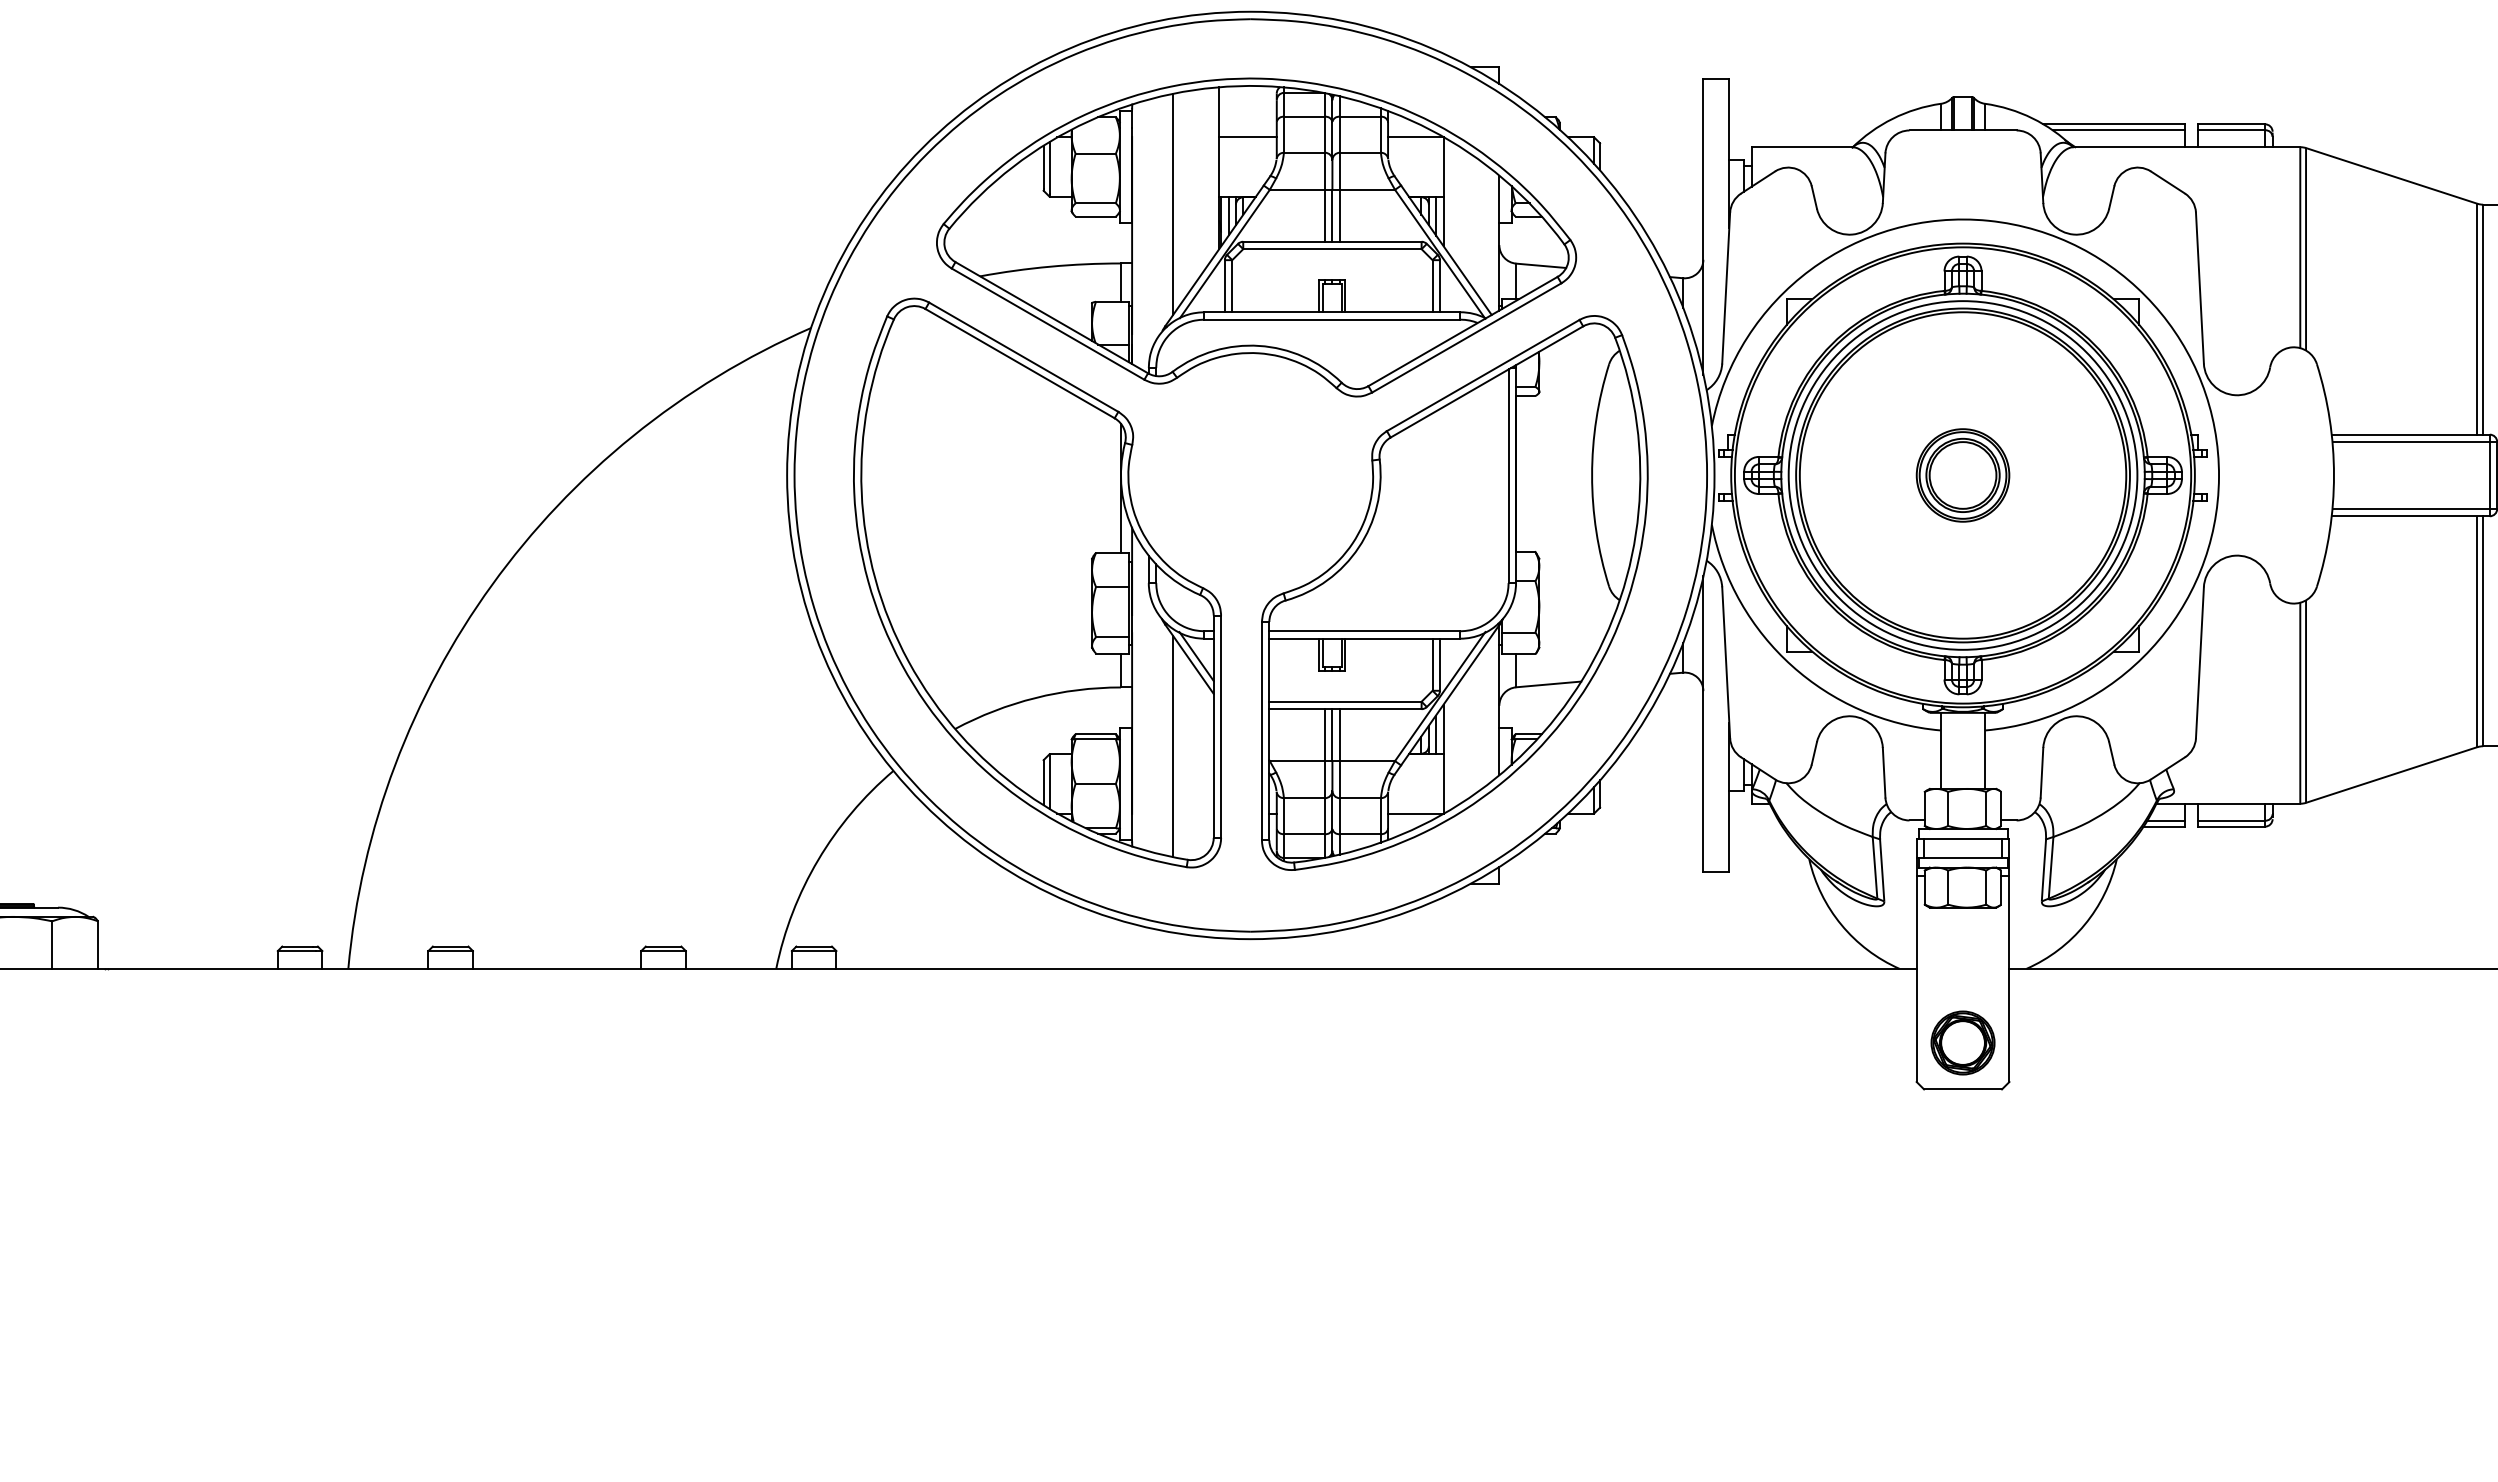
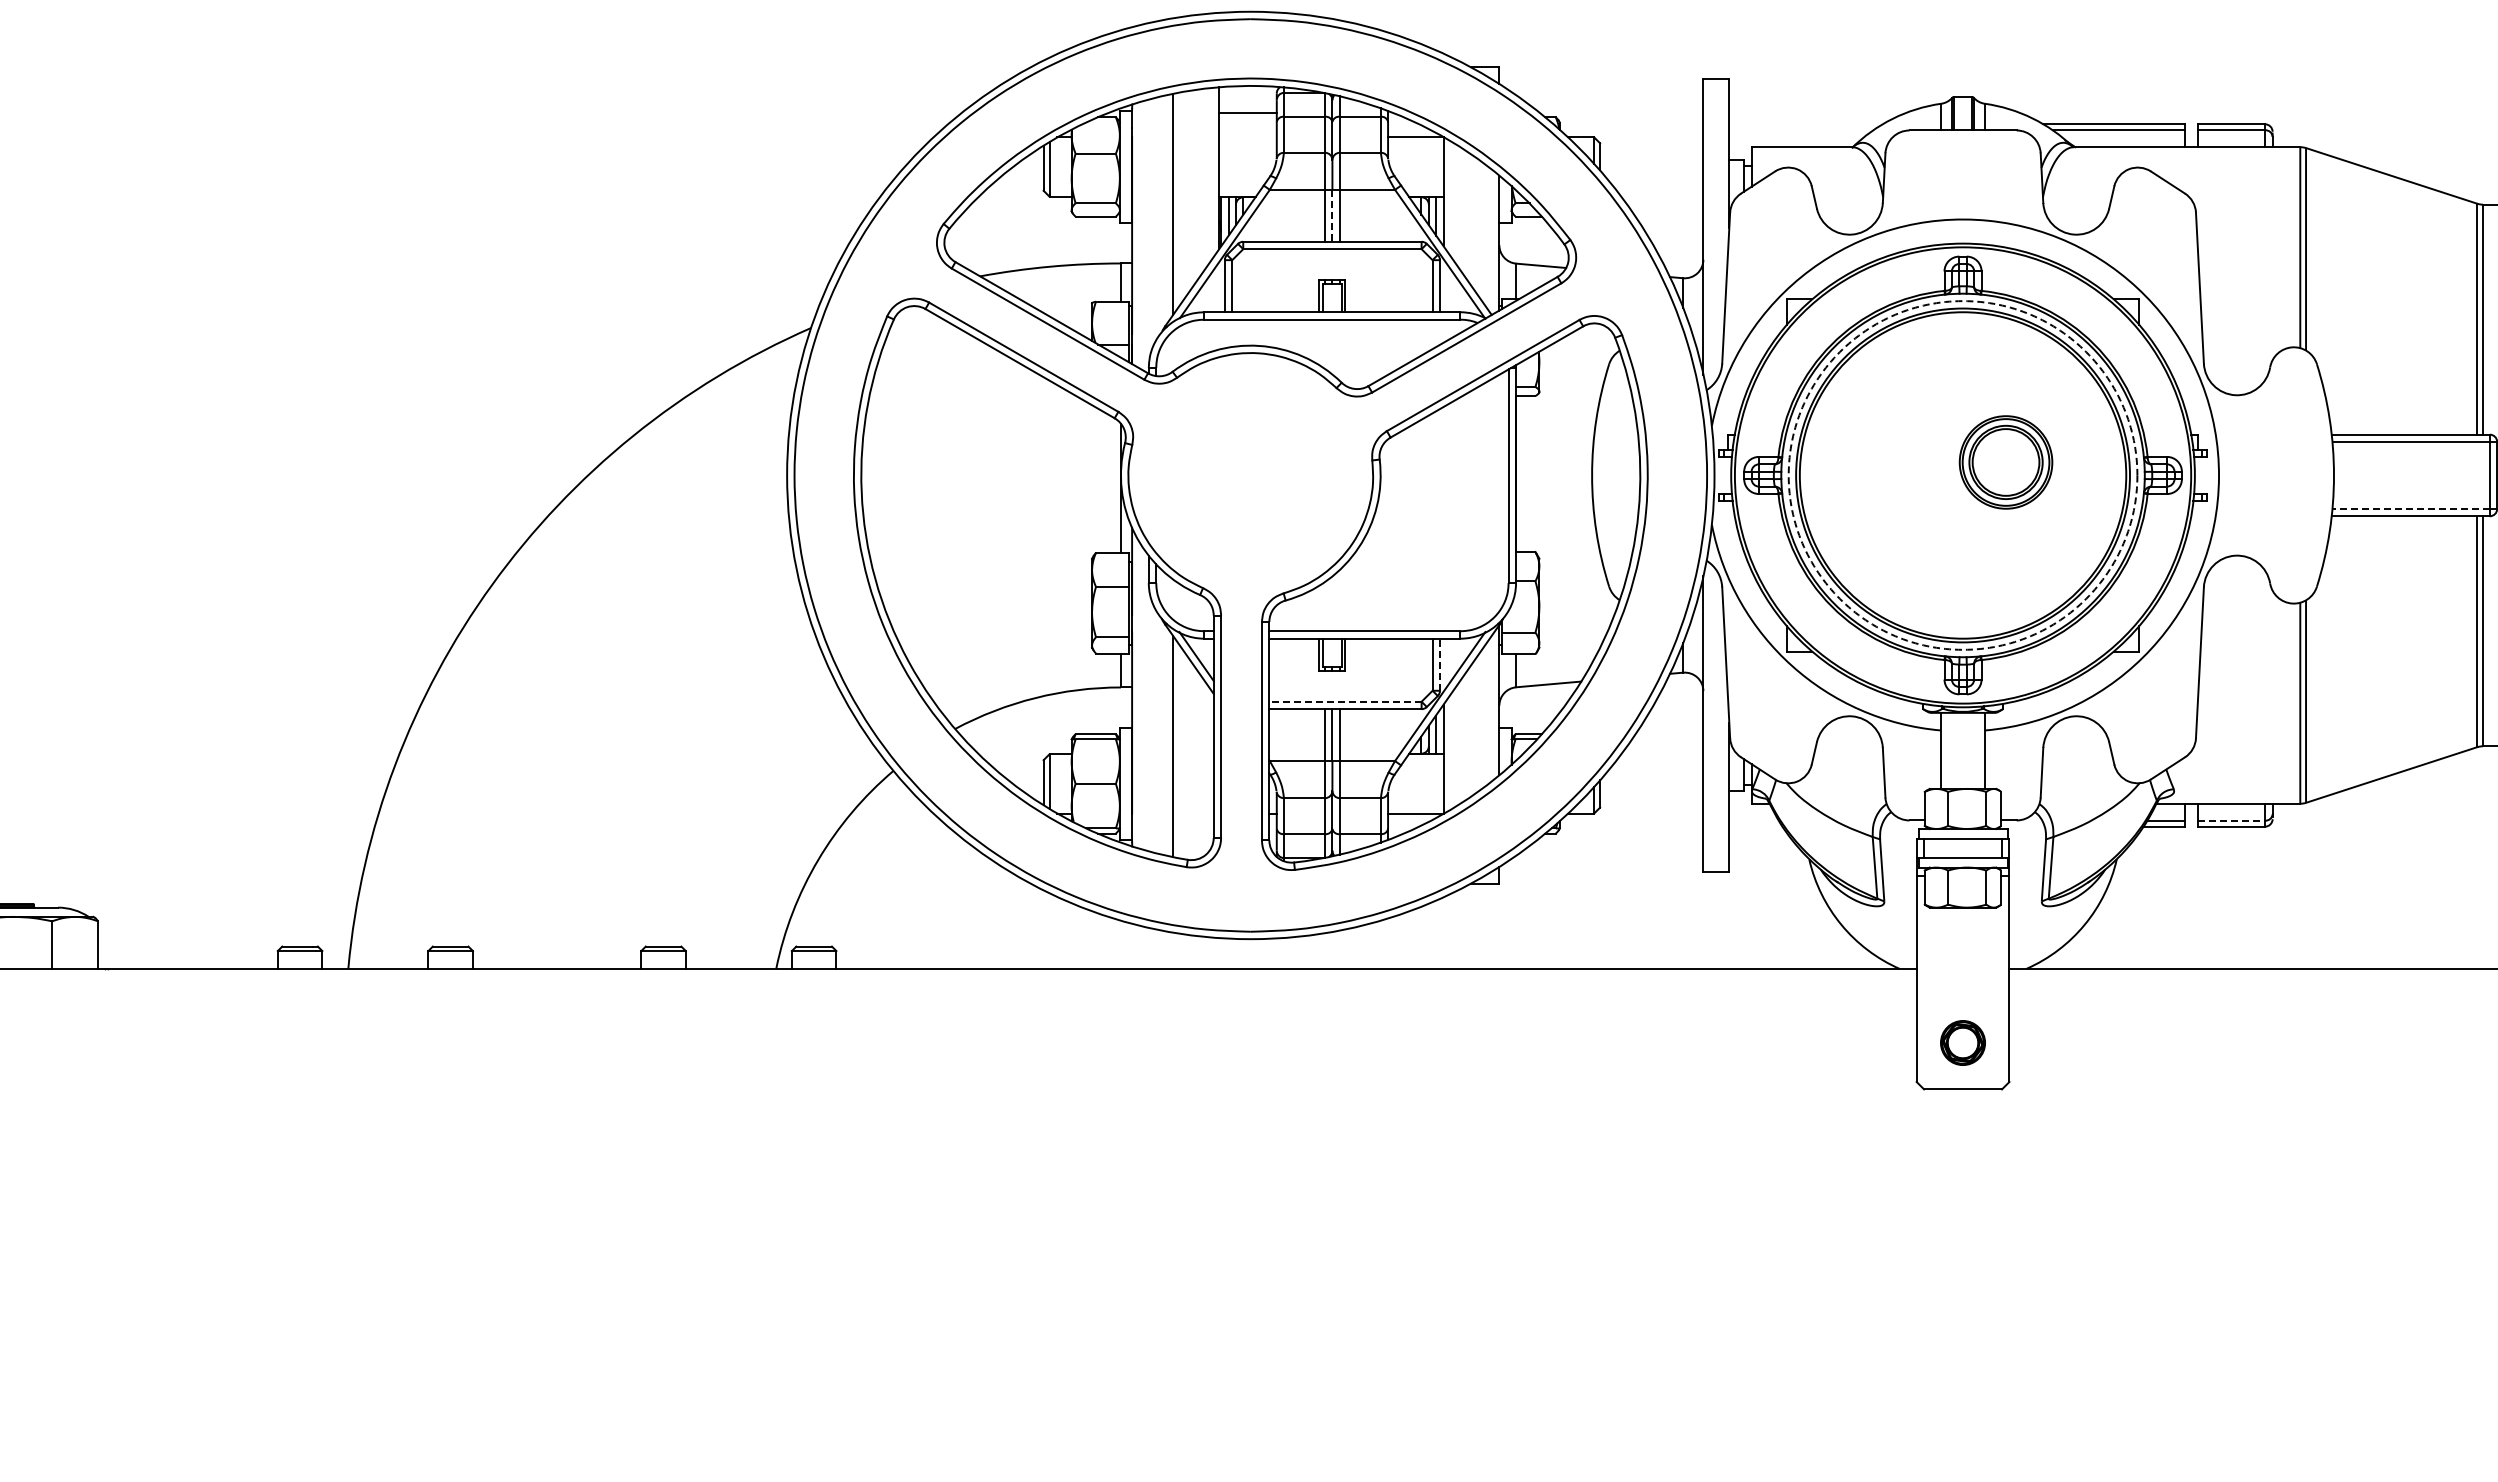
line at (1247, 137) position: (1247, 137) -> (1247, 113)
line at (1332, 215): solid -> dashed
circle at (1962, 475): solid -> dashed
part at (1962, 475) position: (1962, 475) -> (2005, 462)
line at (2411, 508): solid -> dashed
line at (1440, 664): solid -> dashed
line at (1344, 701): solid -> dashed
line at (2232, 820): solid -> dashed
part at (1962, 1042) size: 66x66 px -> 46x46 px
